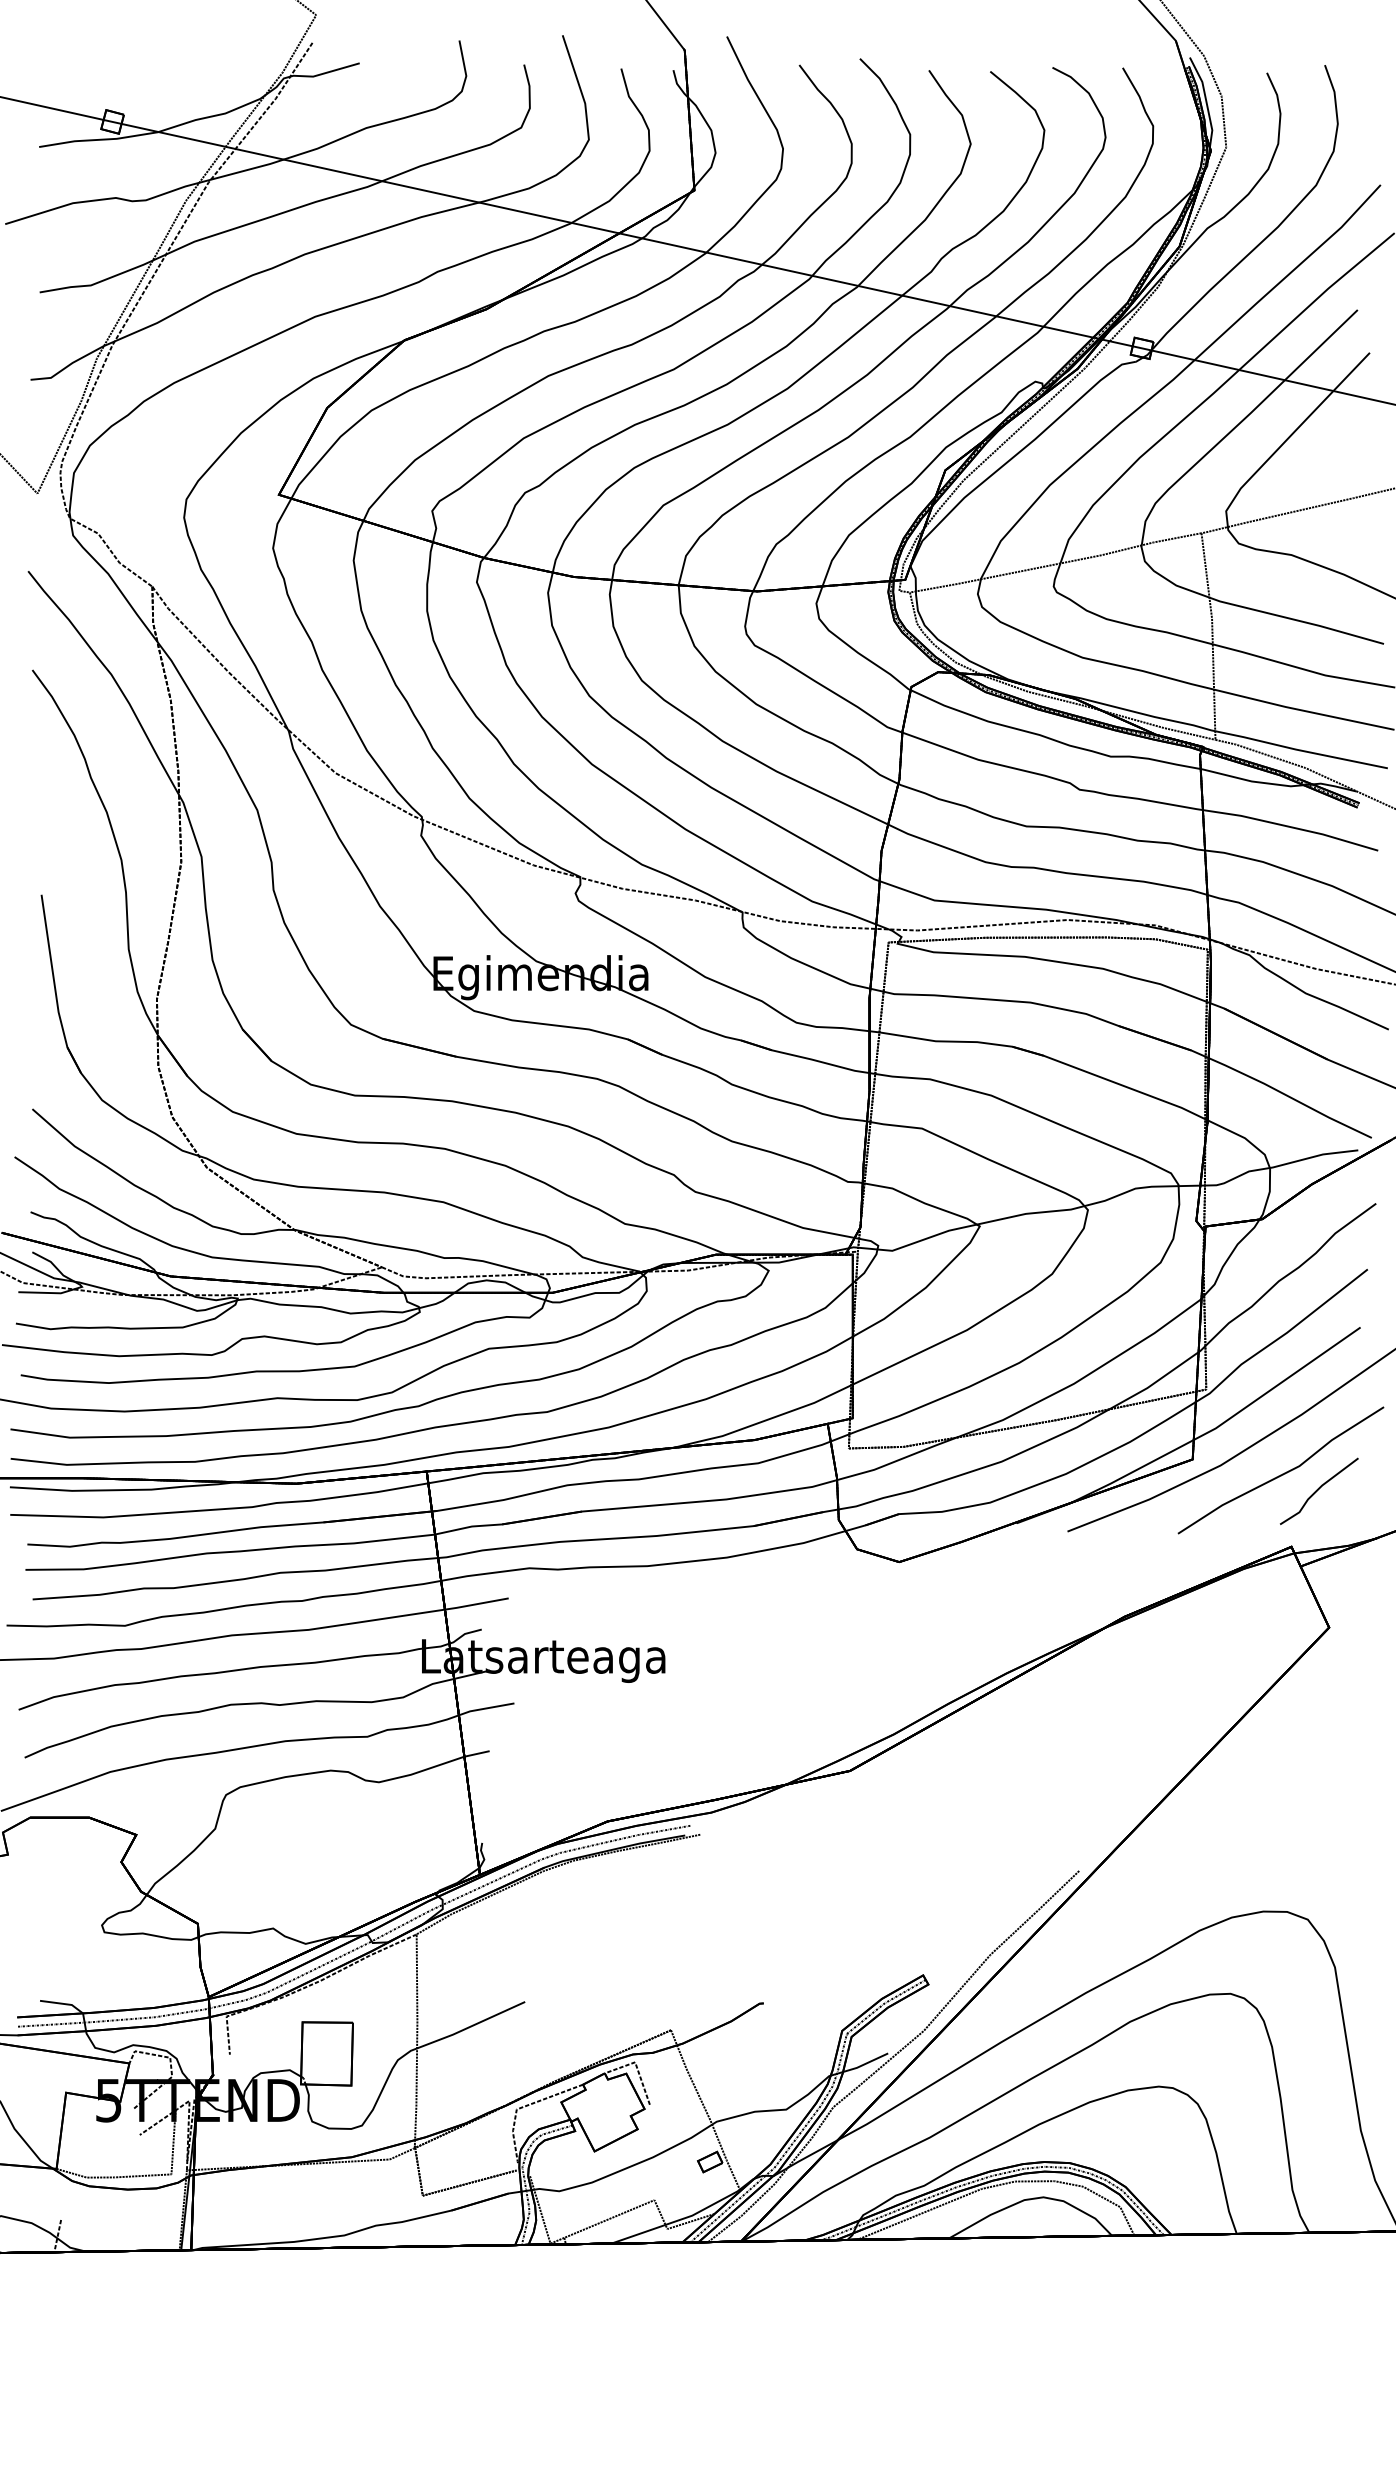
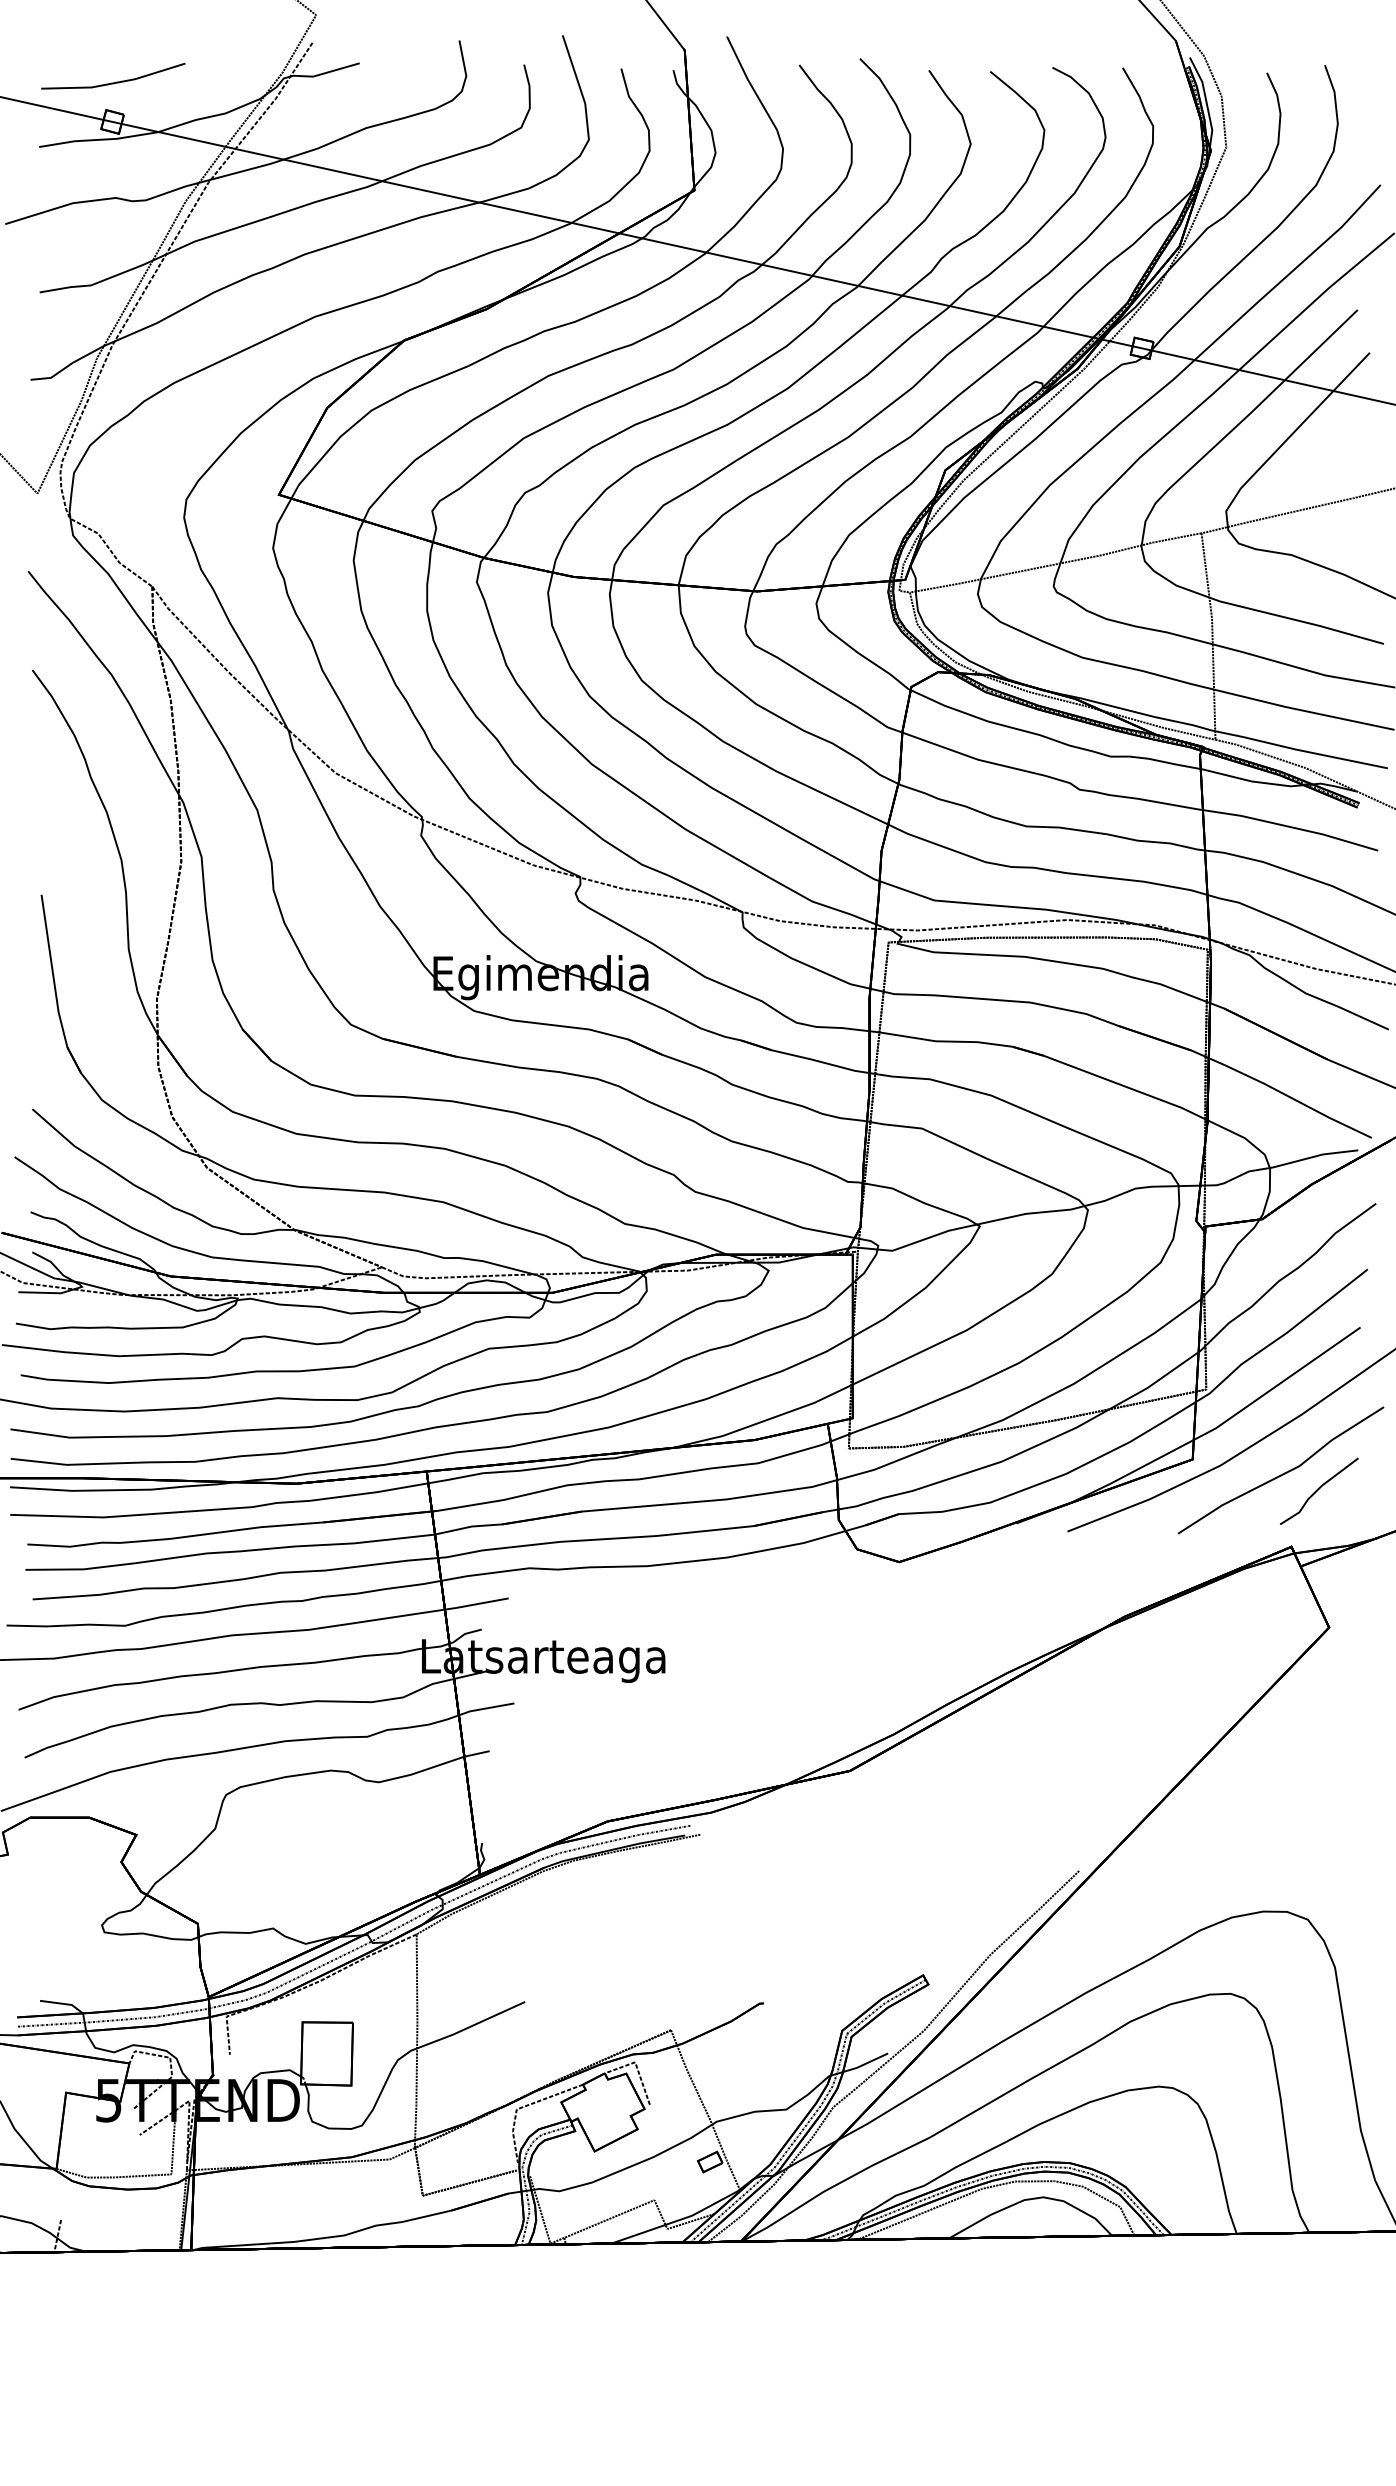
line at (116, 81): none -> present
